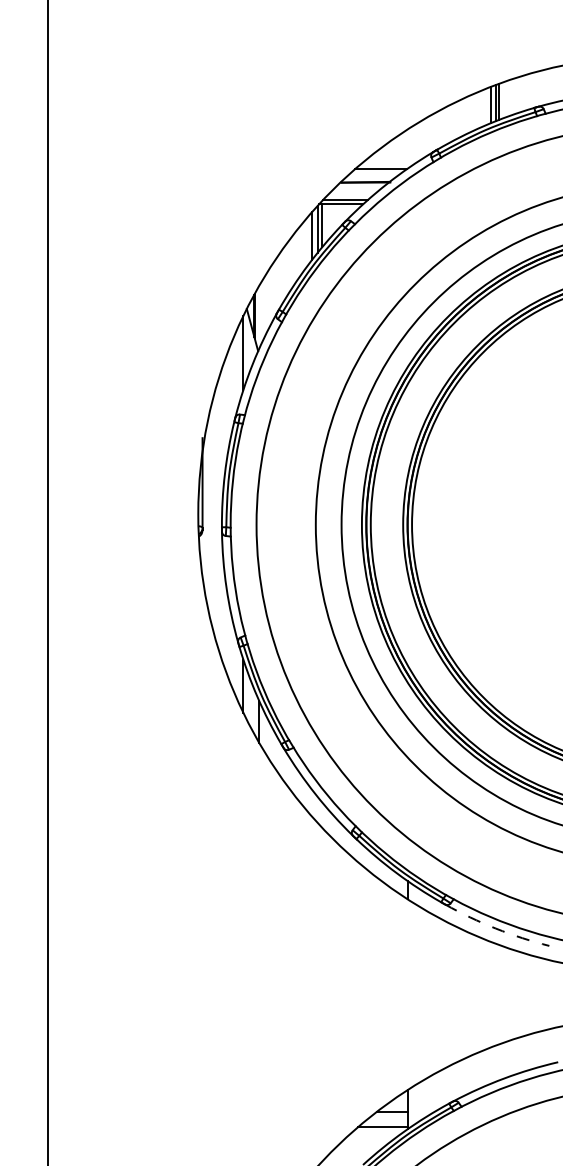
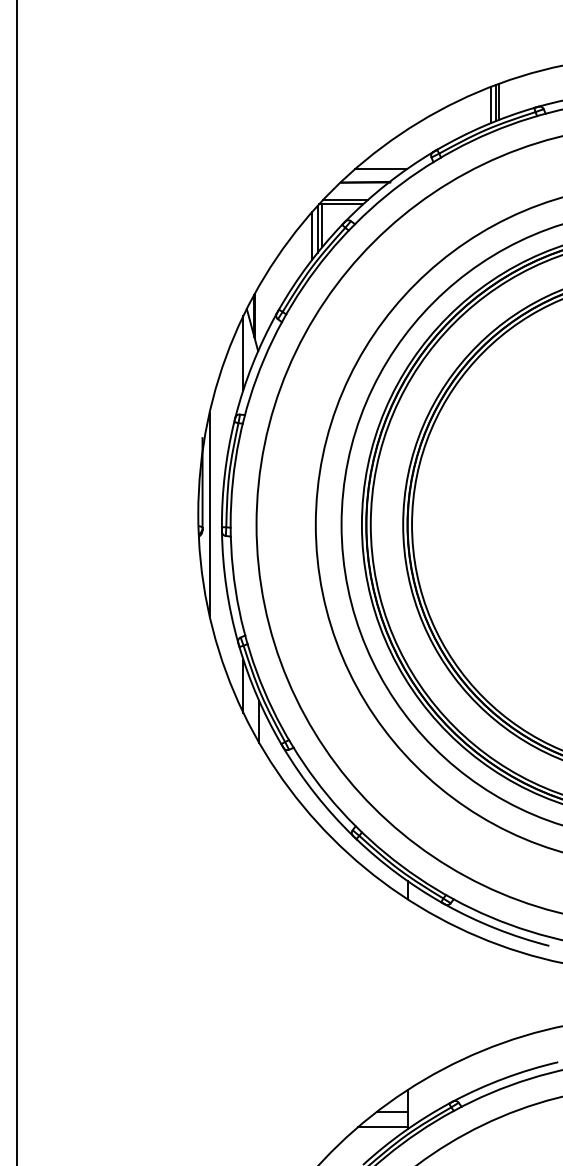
line at (209, 514): none -> present
line at (48, 582) position: (48, 582) -> (17, 582)
arc at (495, 928): dashed -> solid
